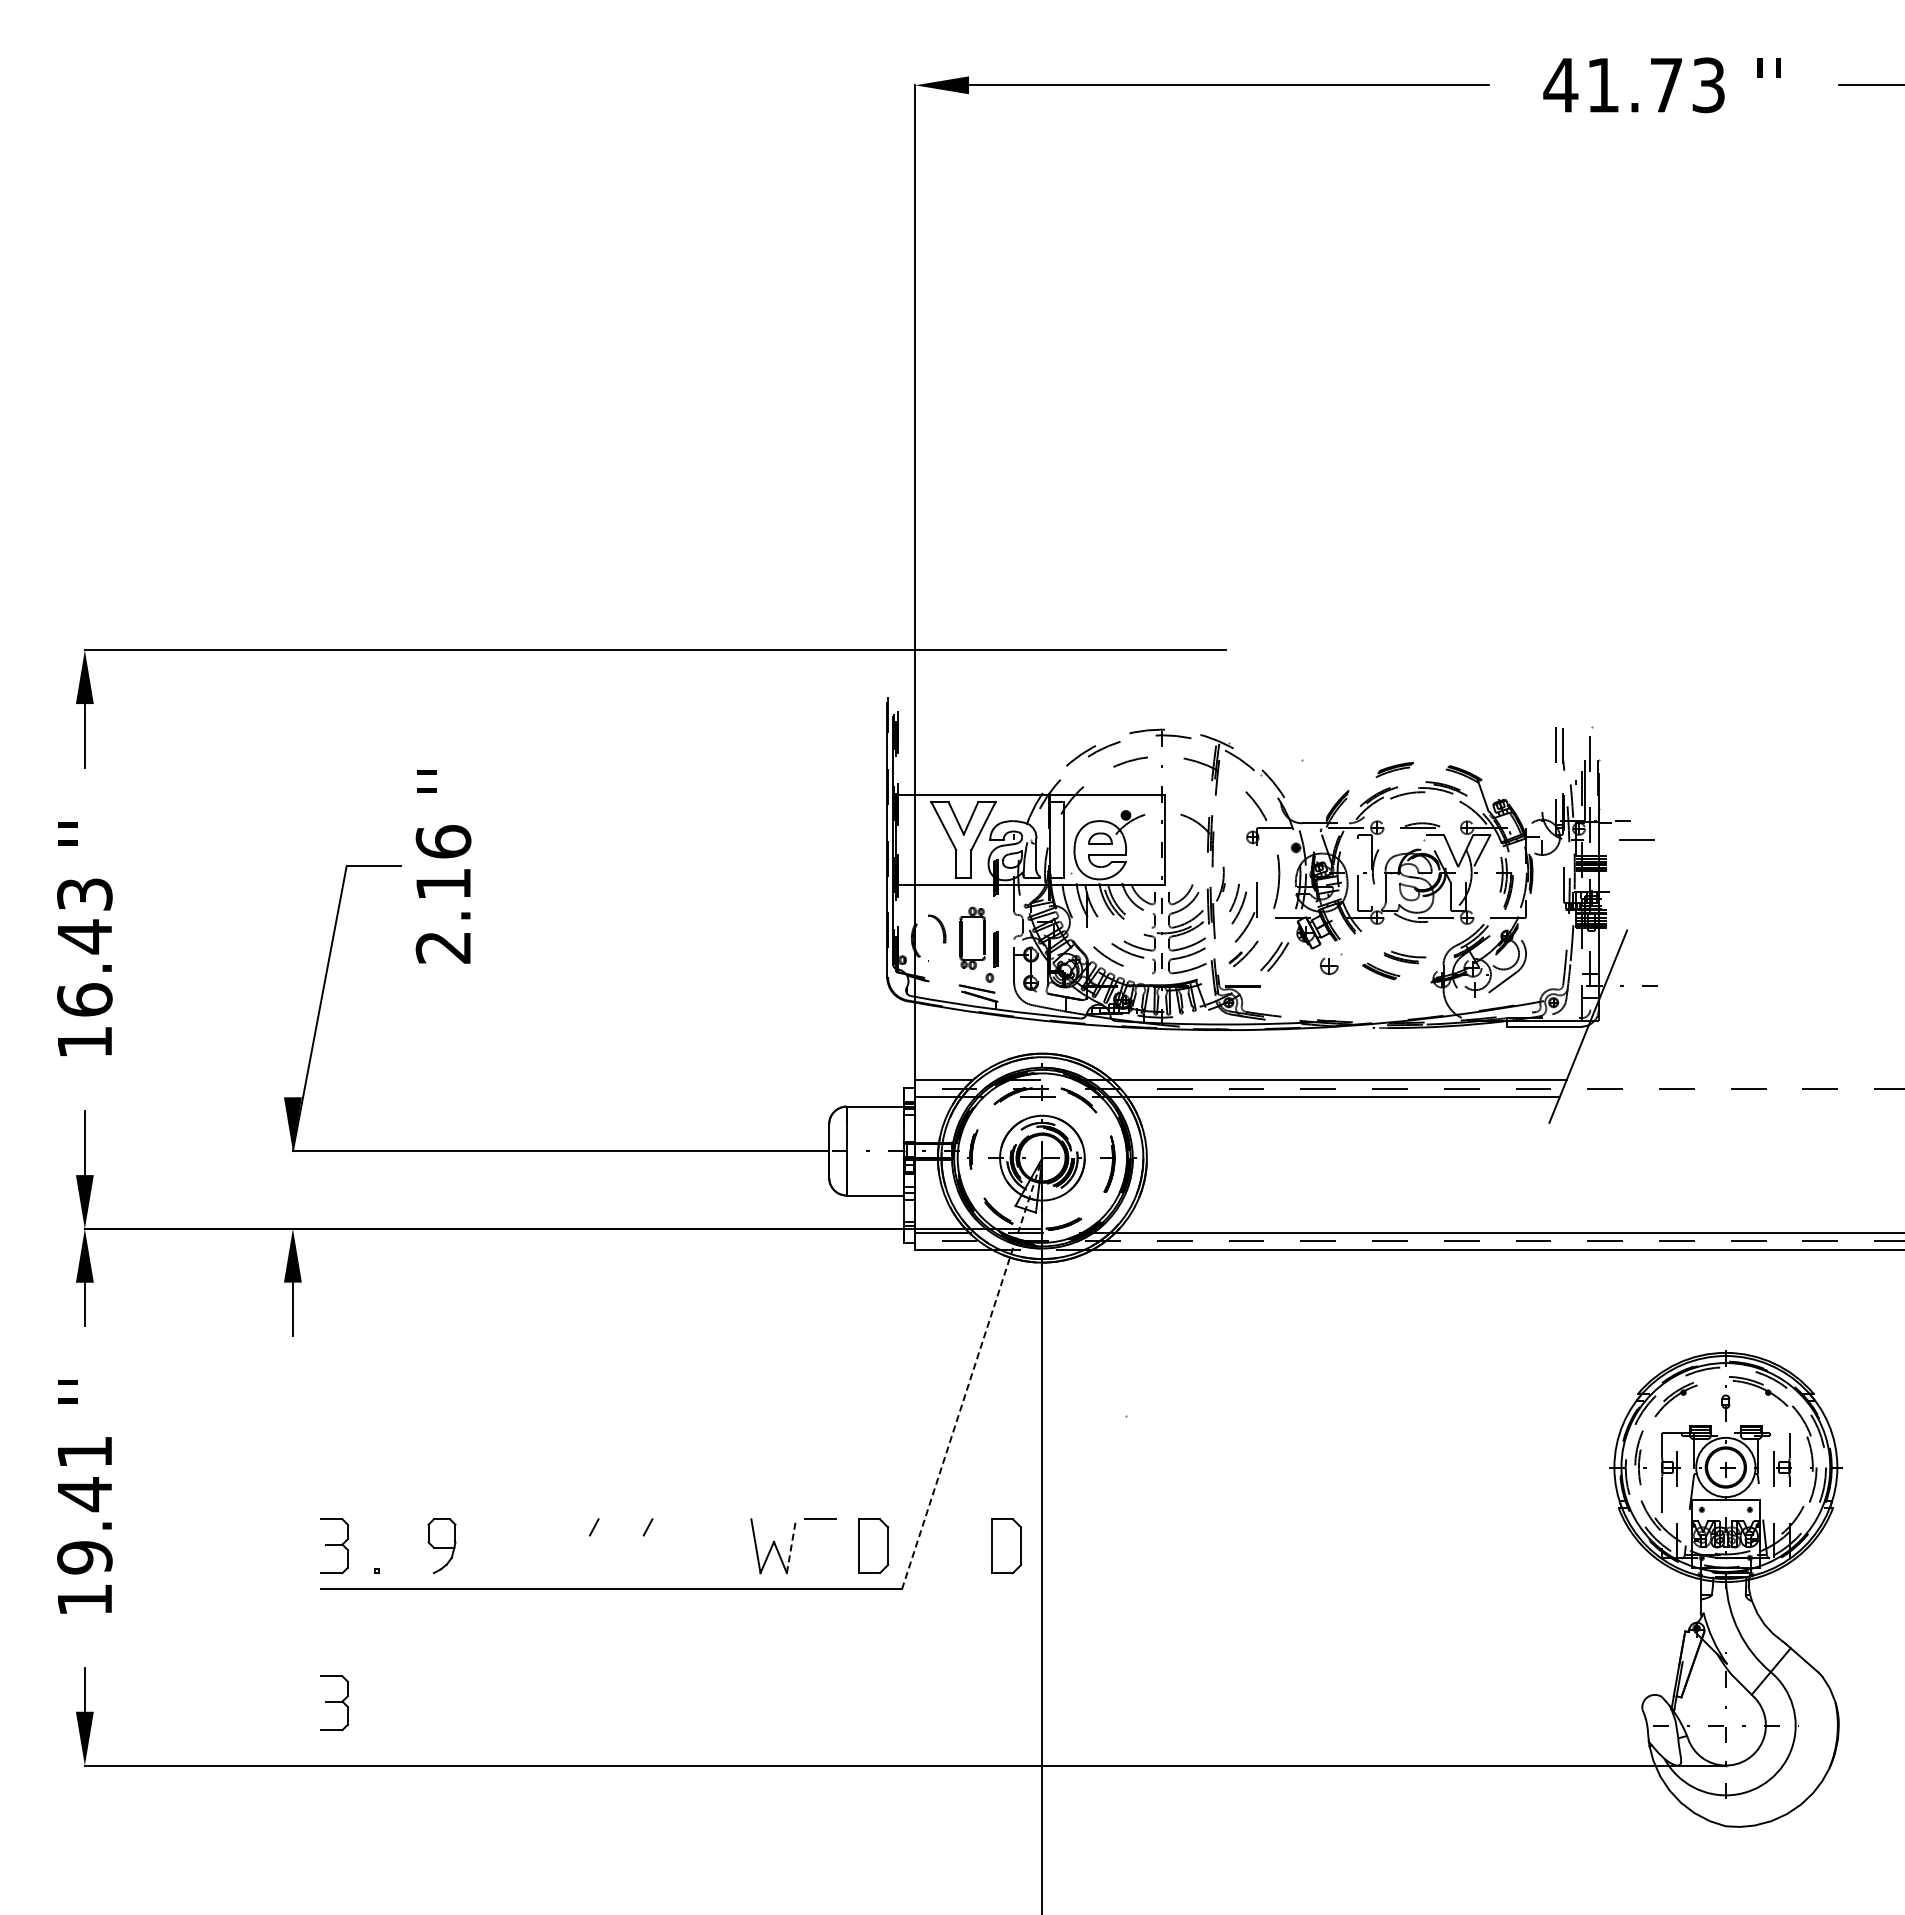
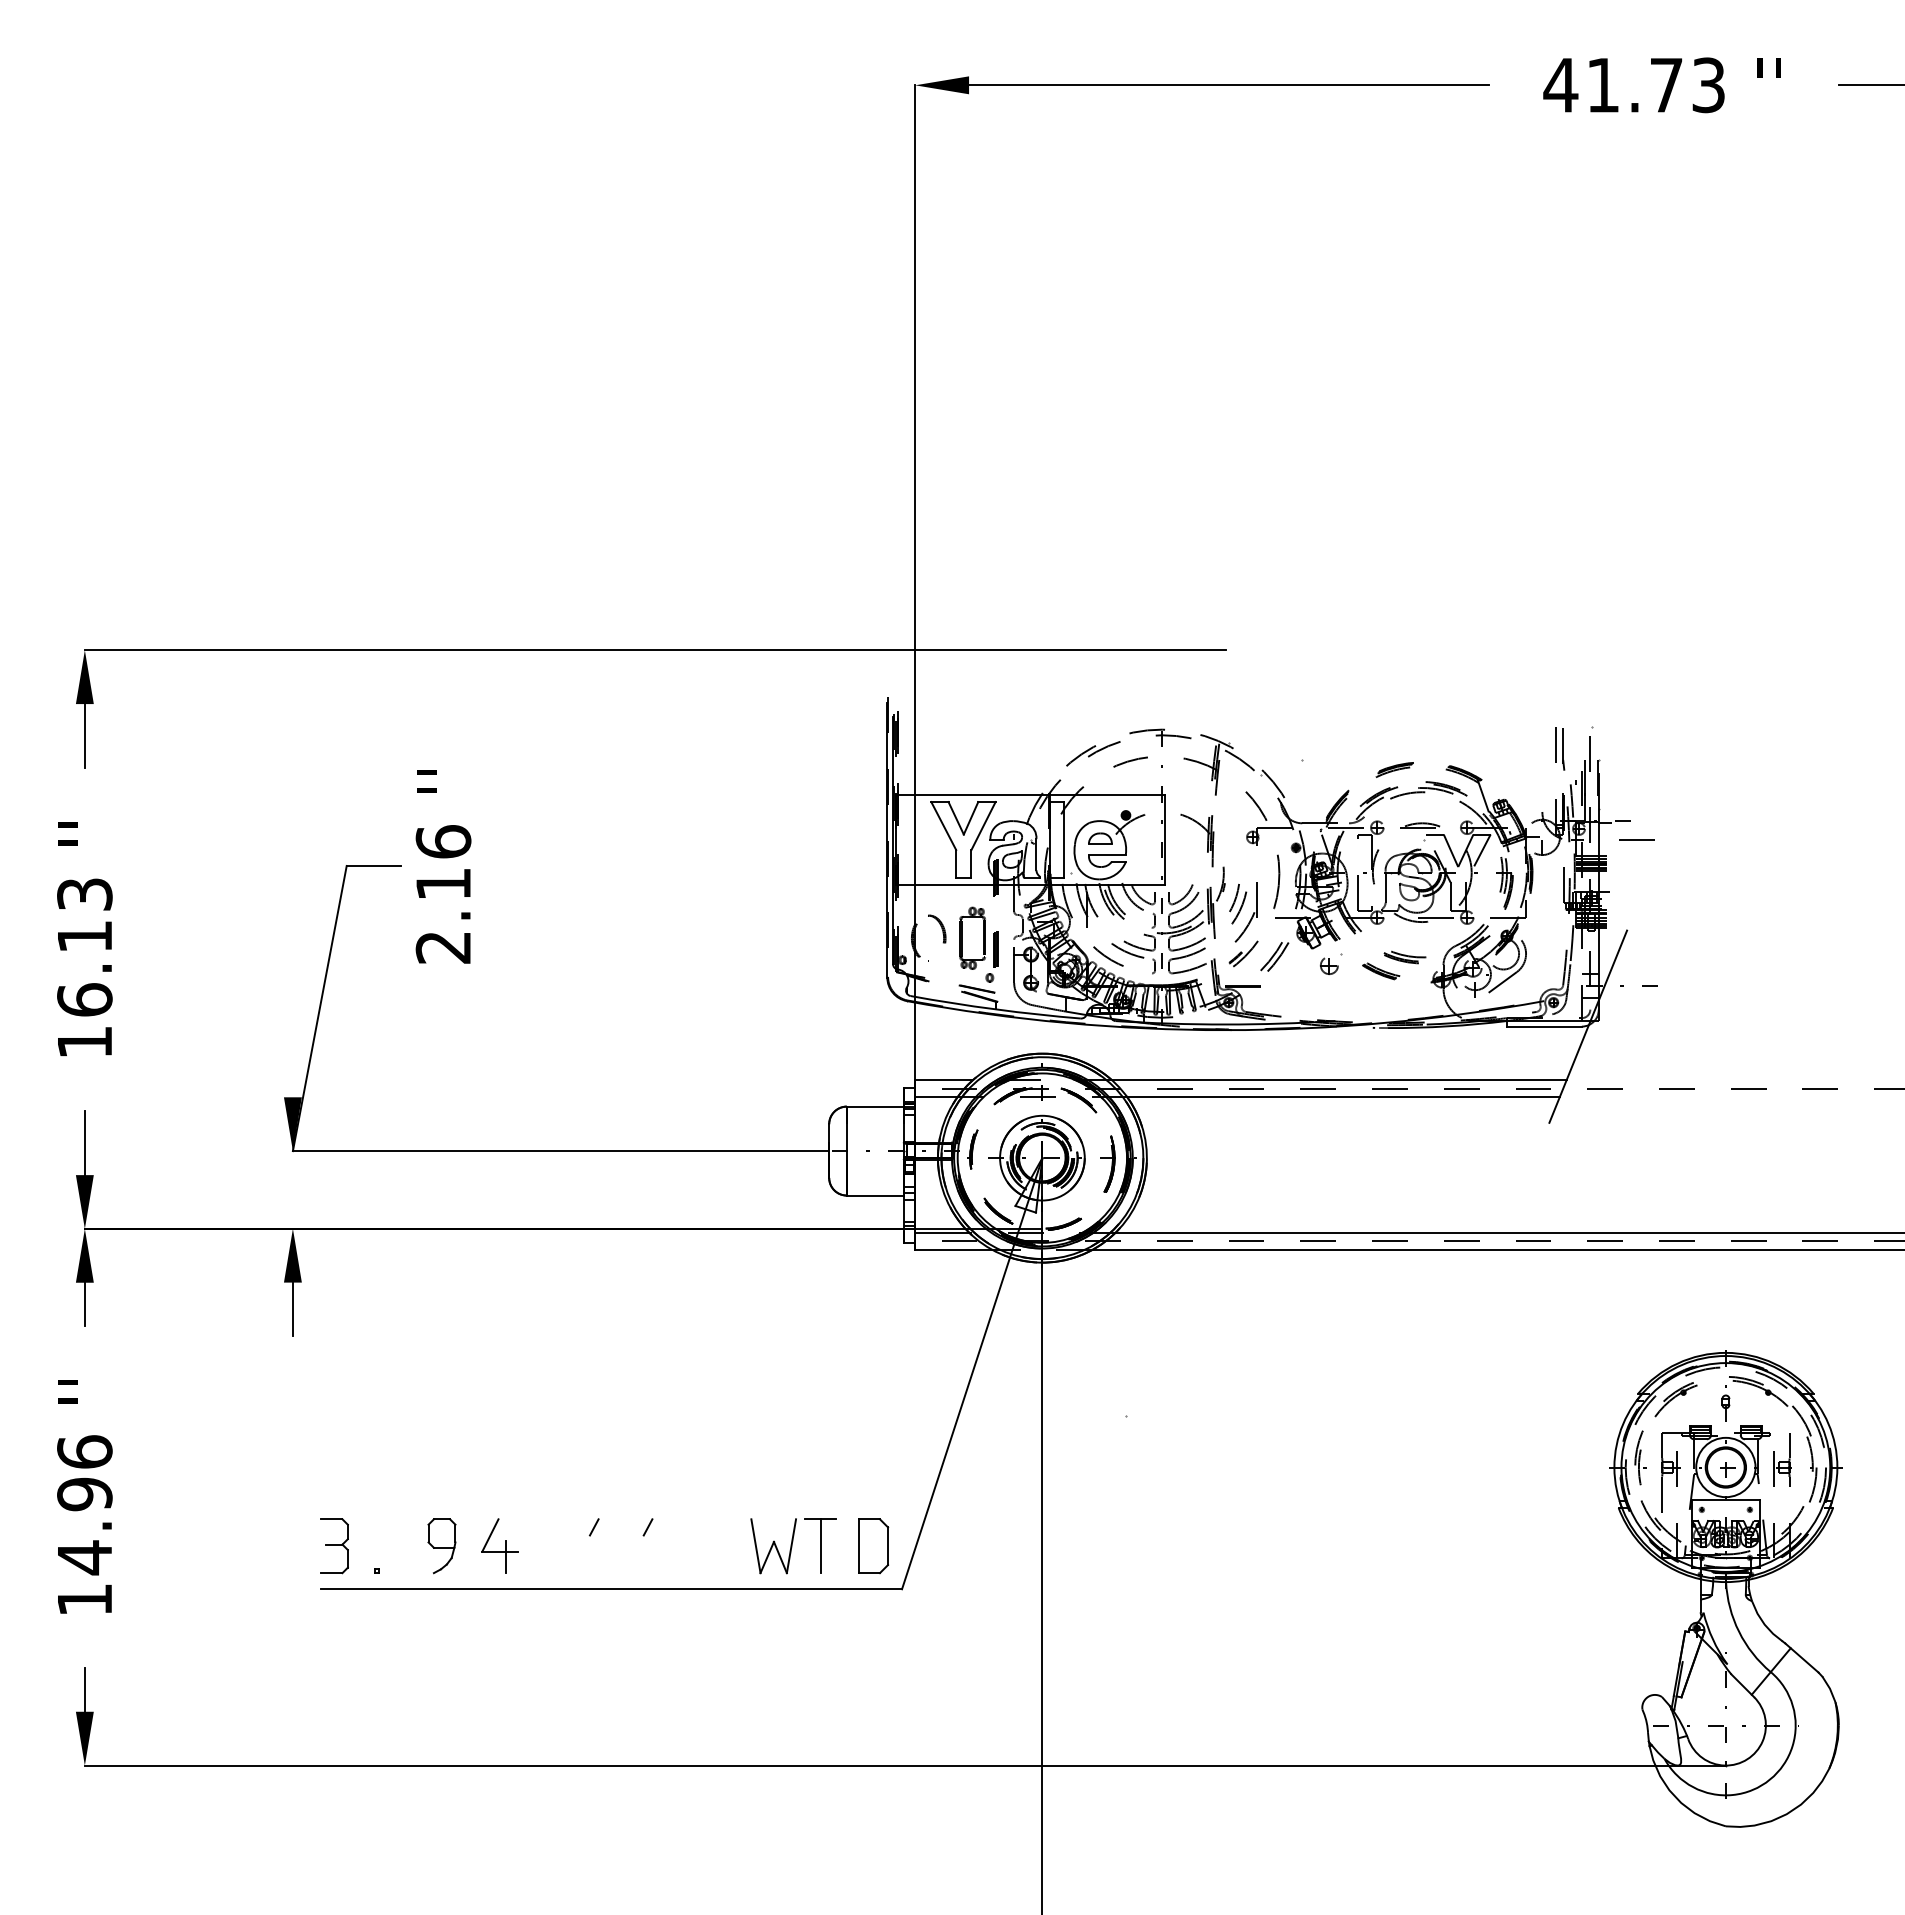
text at (84, 936): 16.43 -> 16.13
line at (972, 1373): dashed -> solid
text at (84, 1505): 19.41 -> 14.96
part at (499, 1545): none -> present
line at (791, 1545): dashed -> solid
line at (820, 1546): none -> present
part at (1006, 1546): present -> none
part at (334, 1703): present -> none
